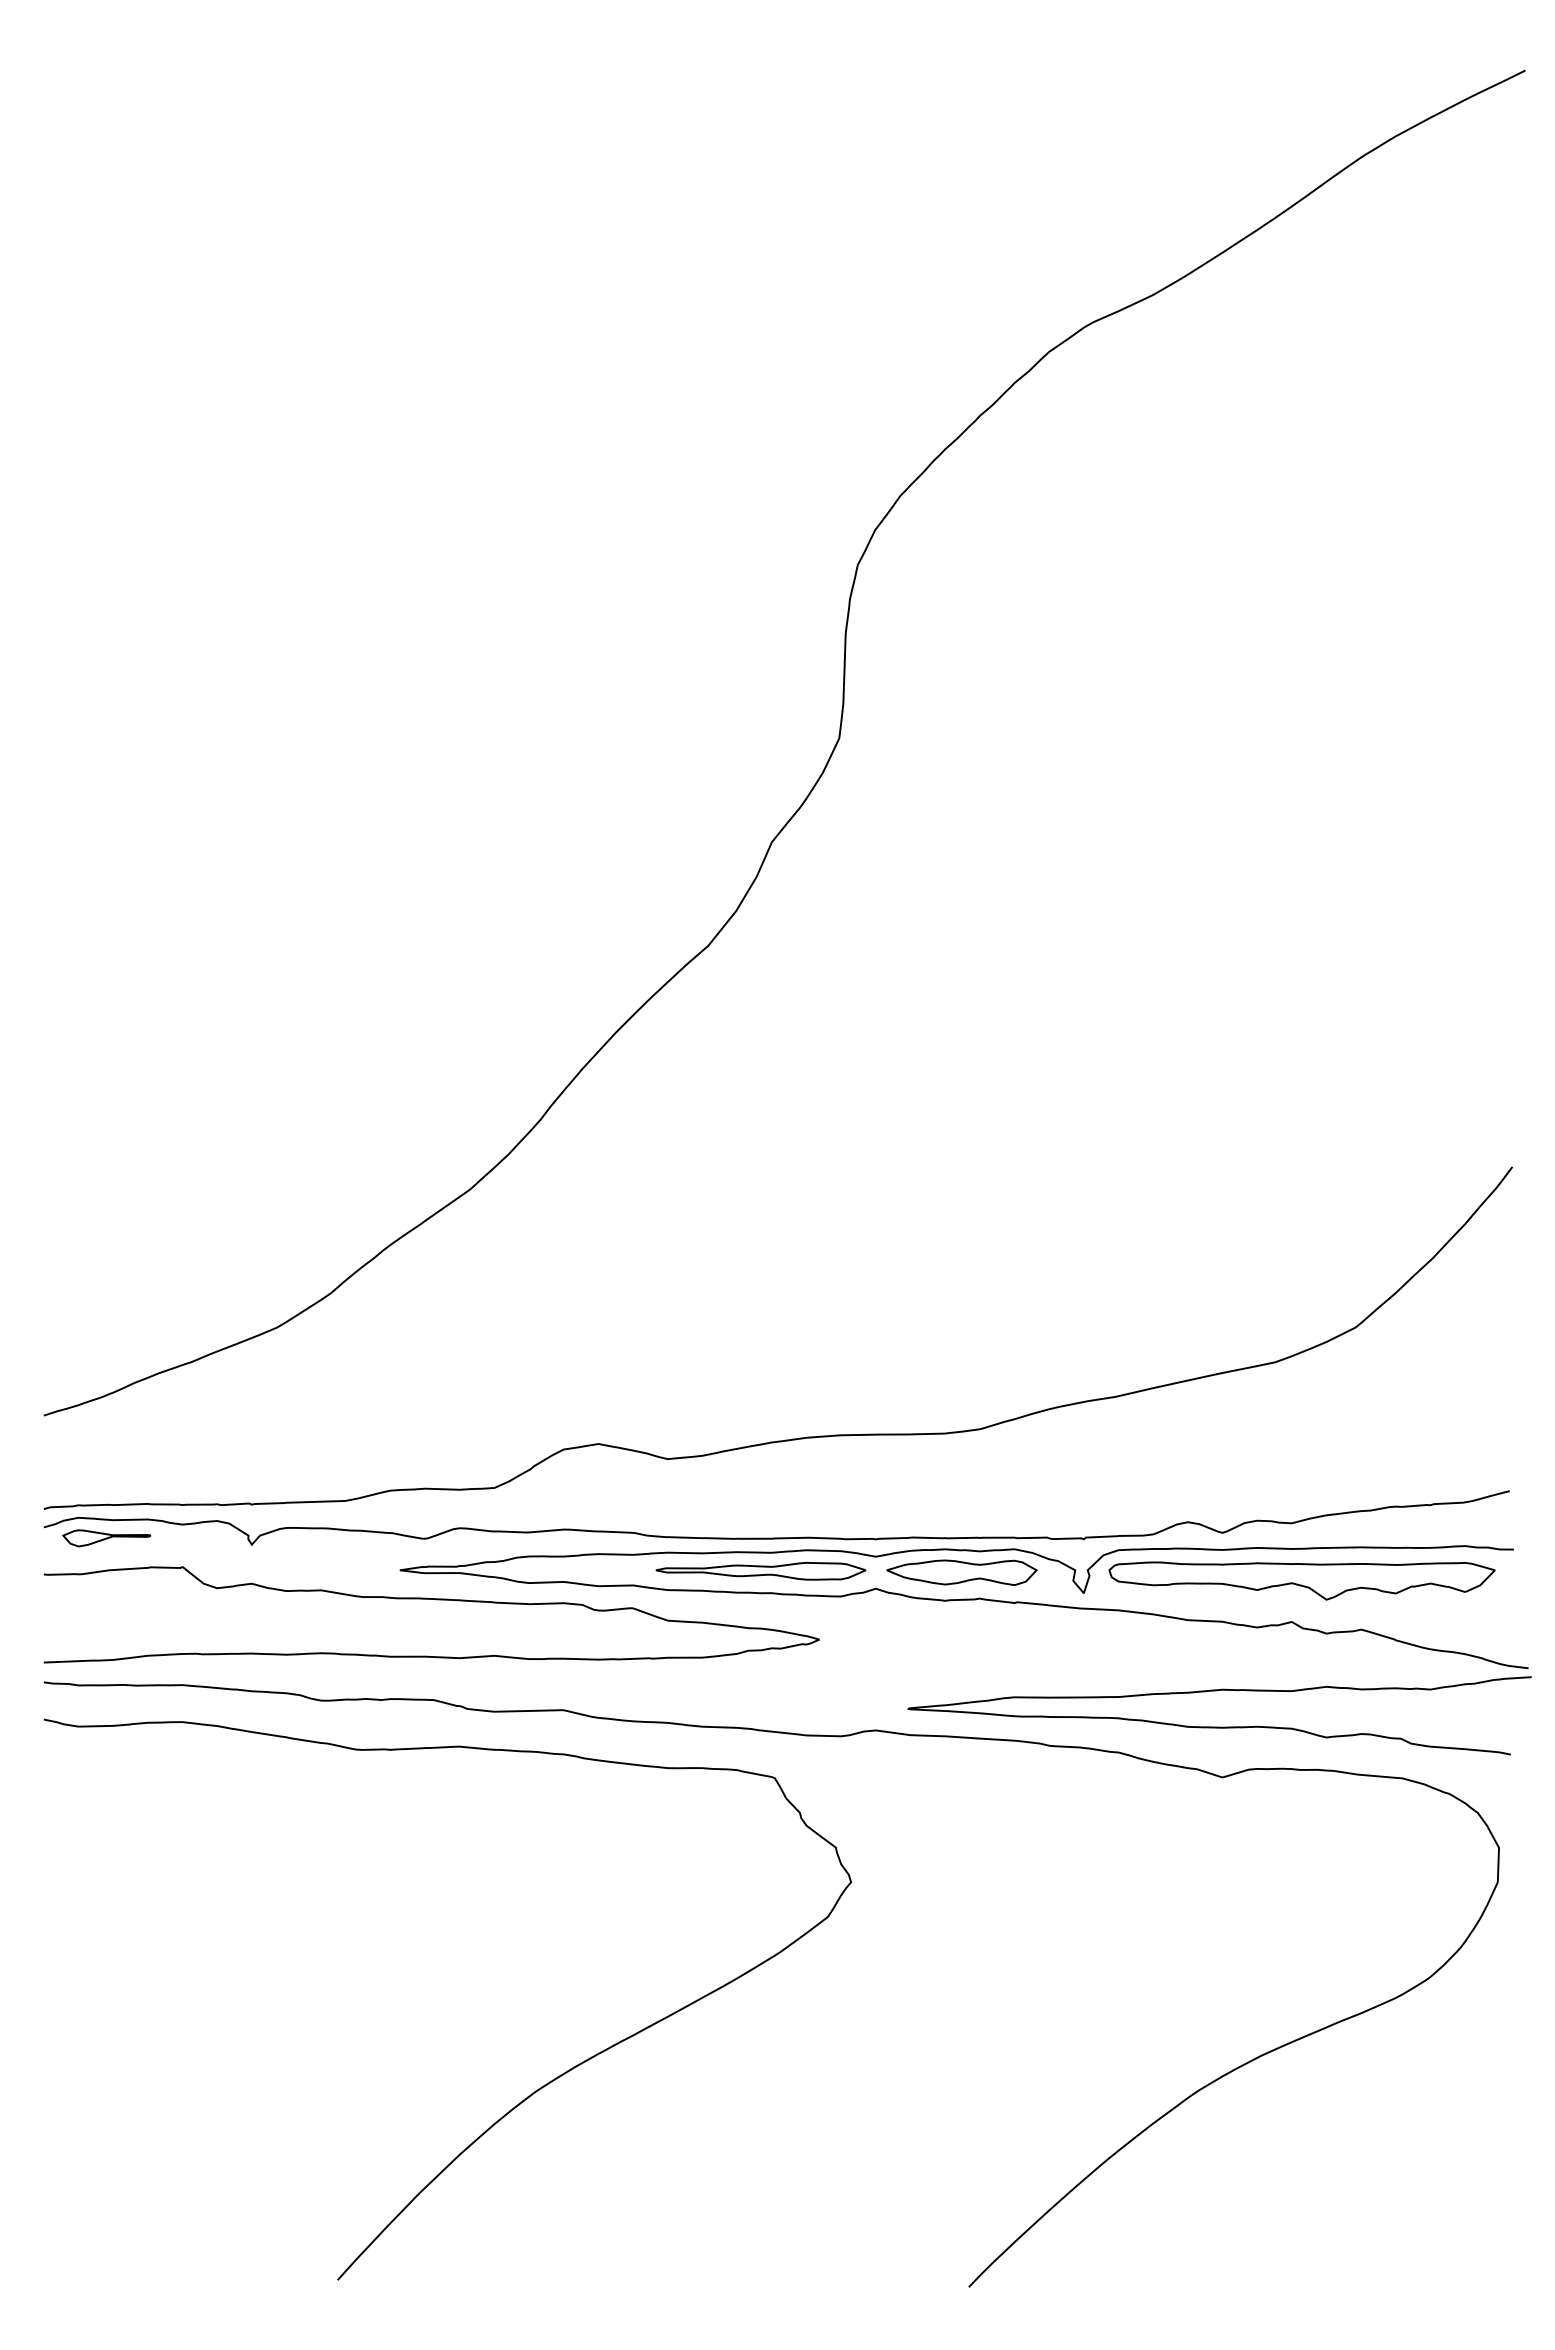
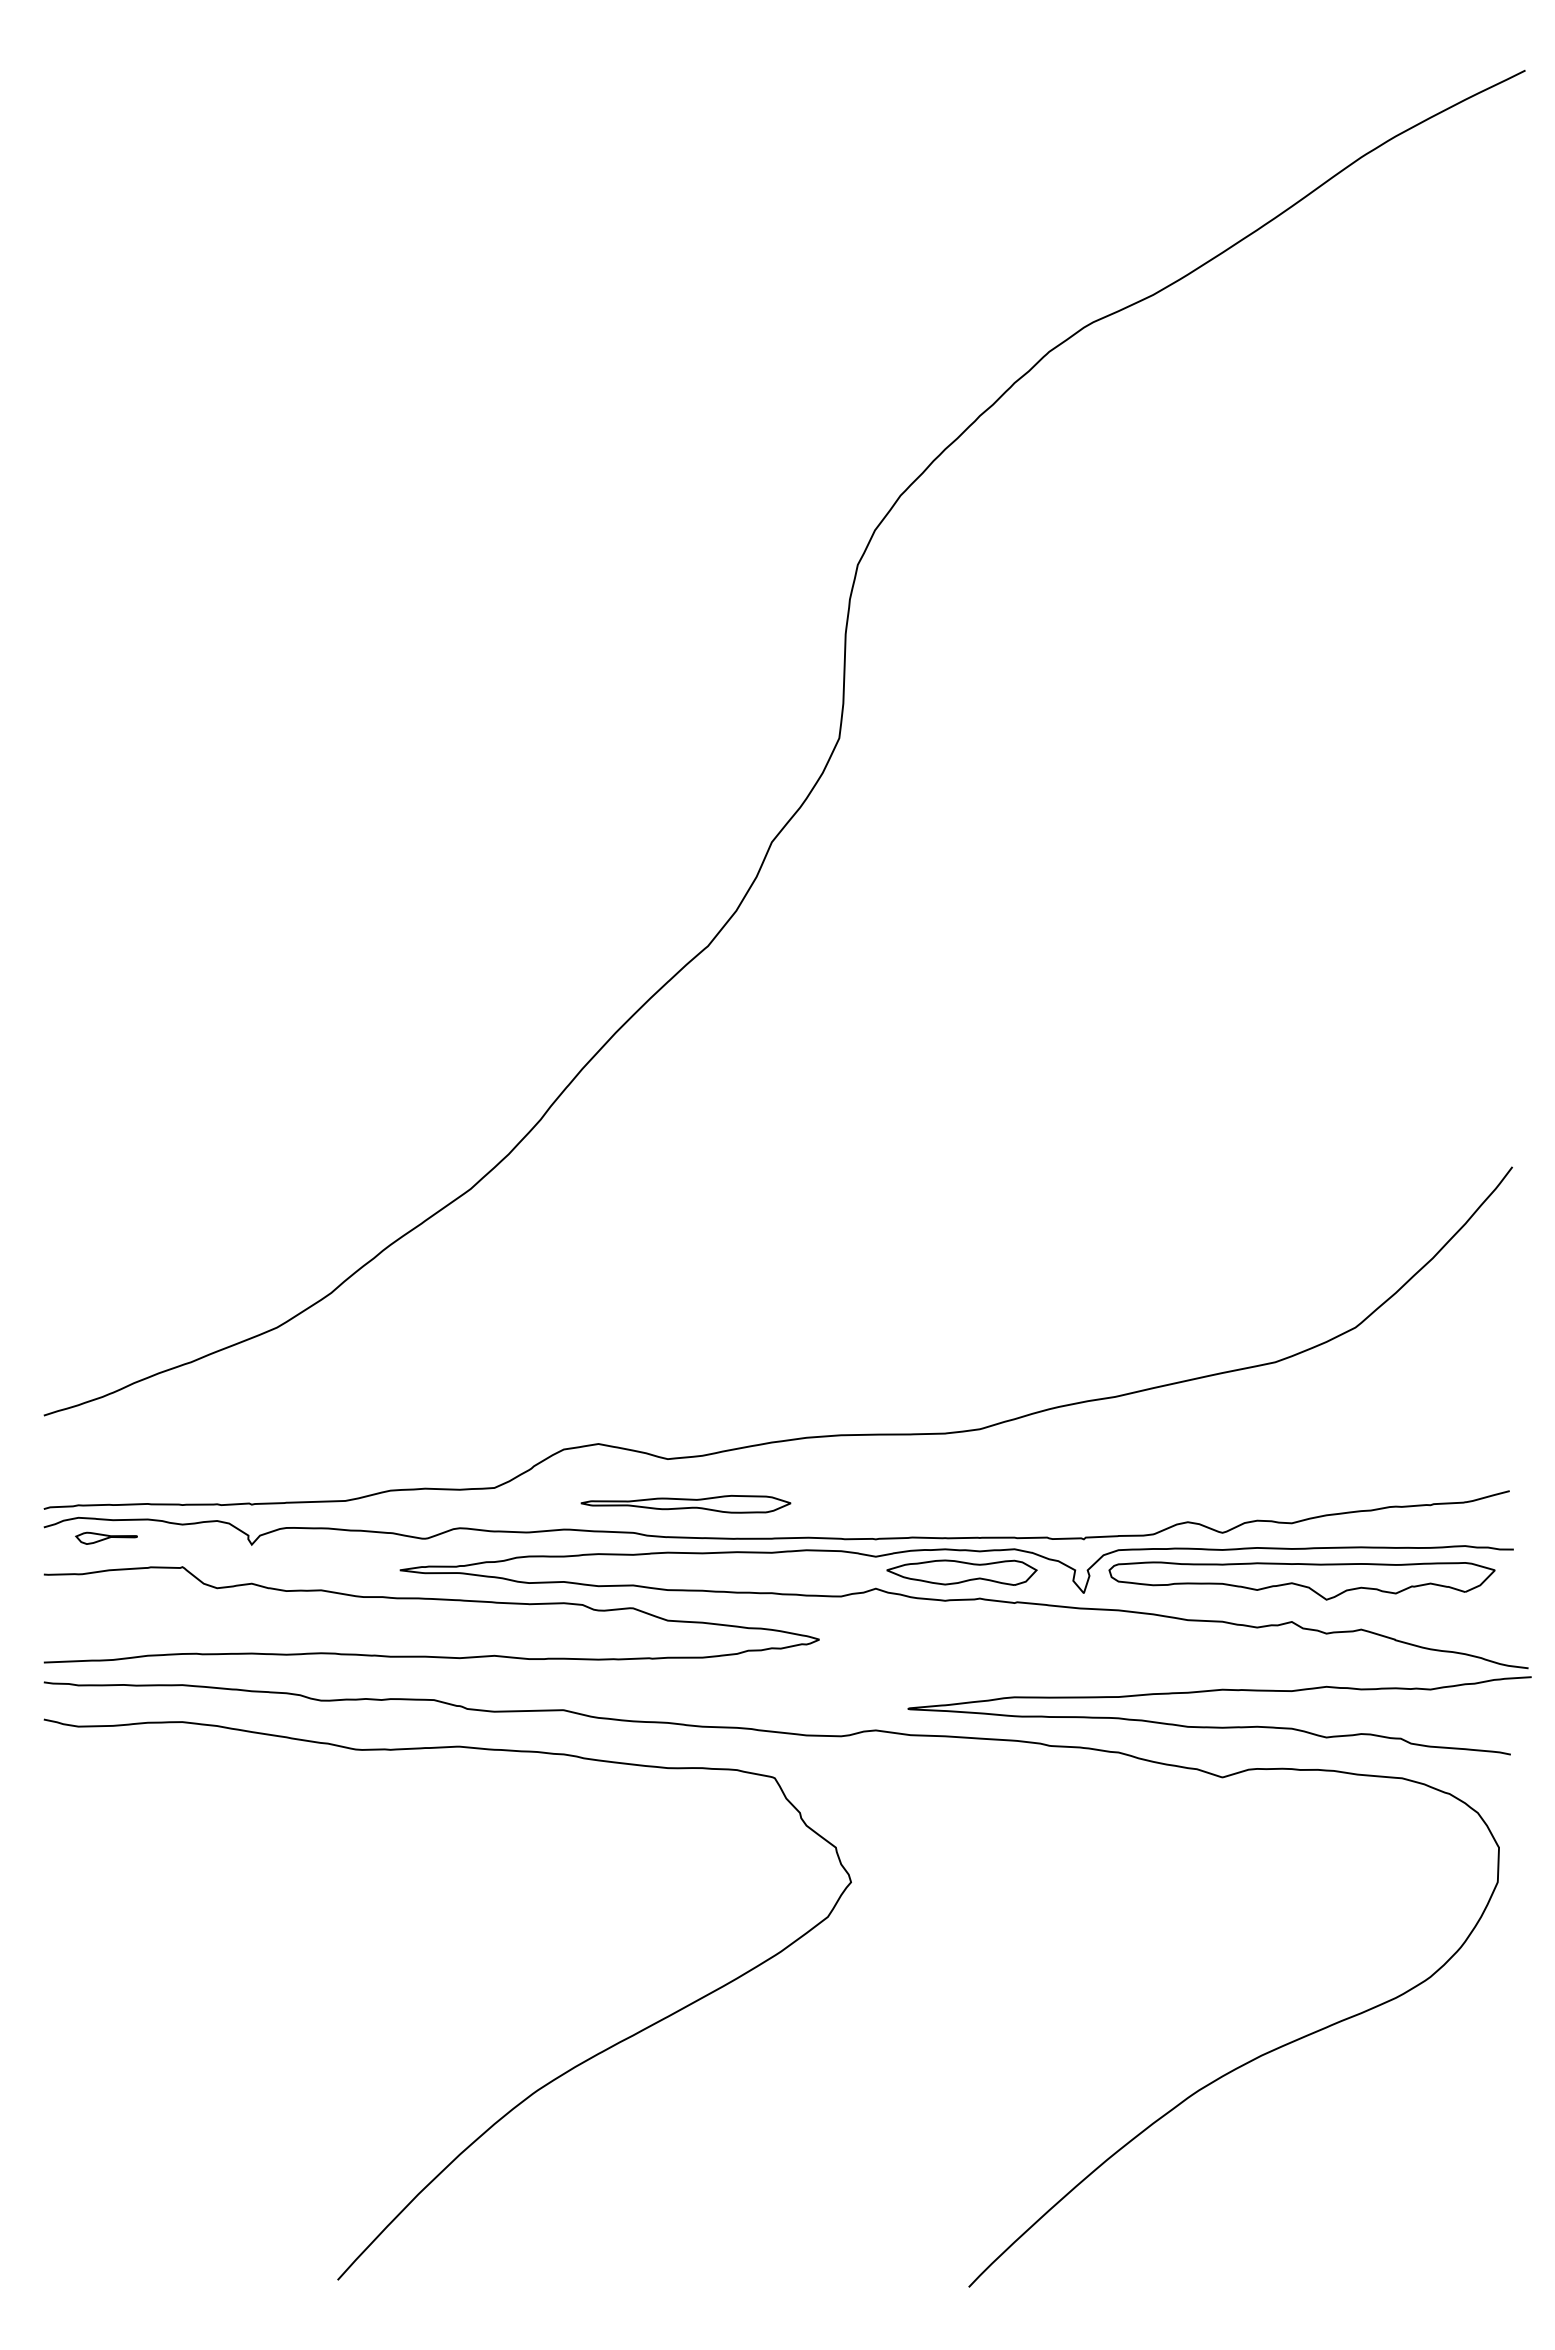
part at (106, 1538) size: 89x19 px -> 63x14 px
part at (760, 1571) position: (760, 1571) -> (685, 1504)
